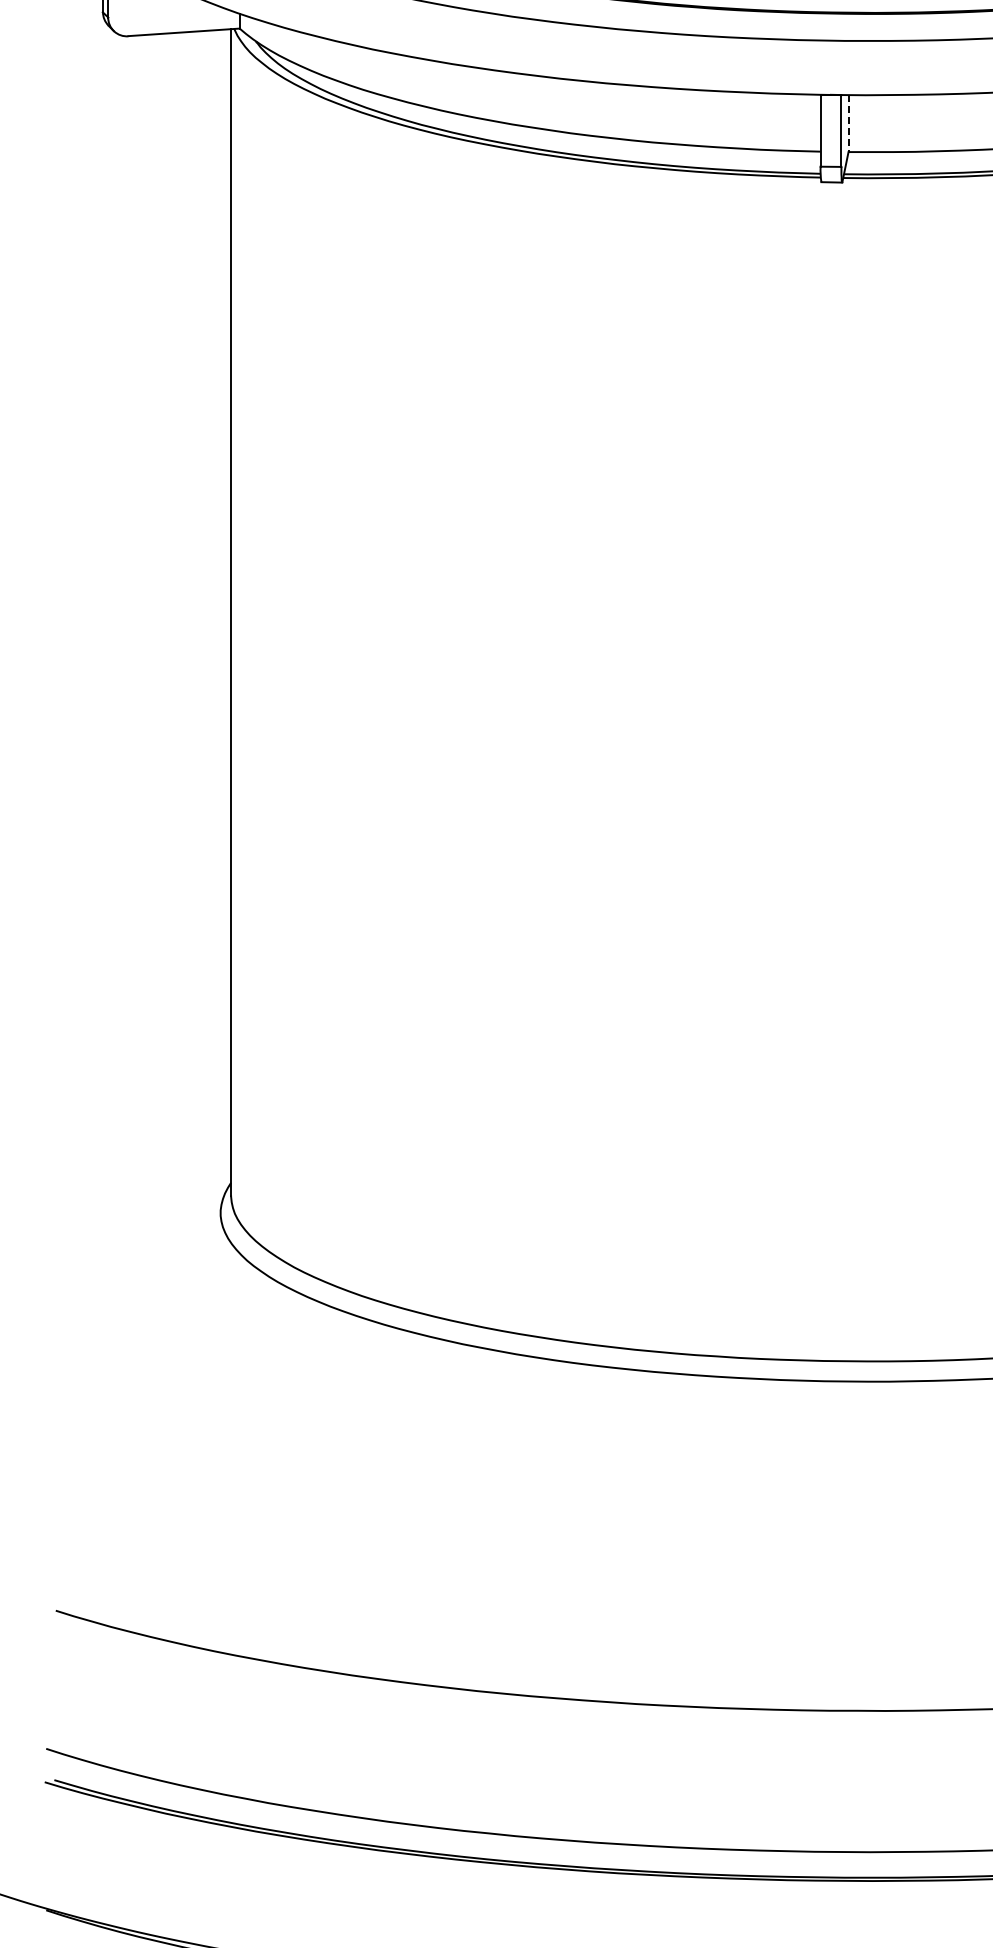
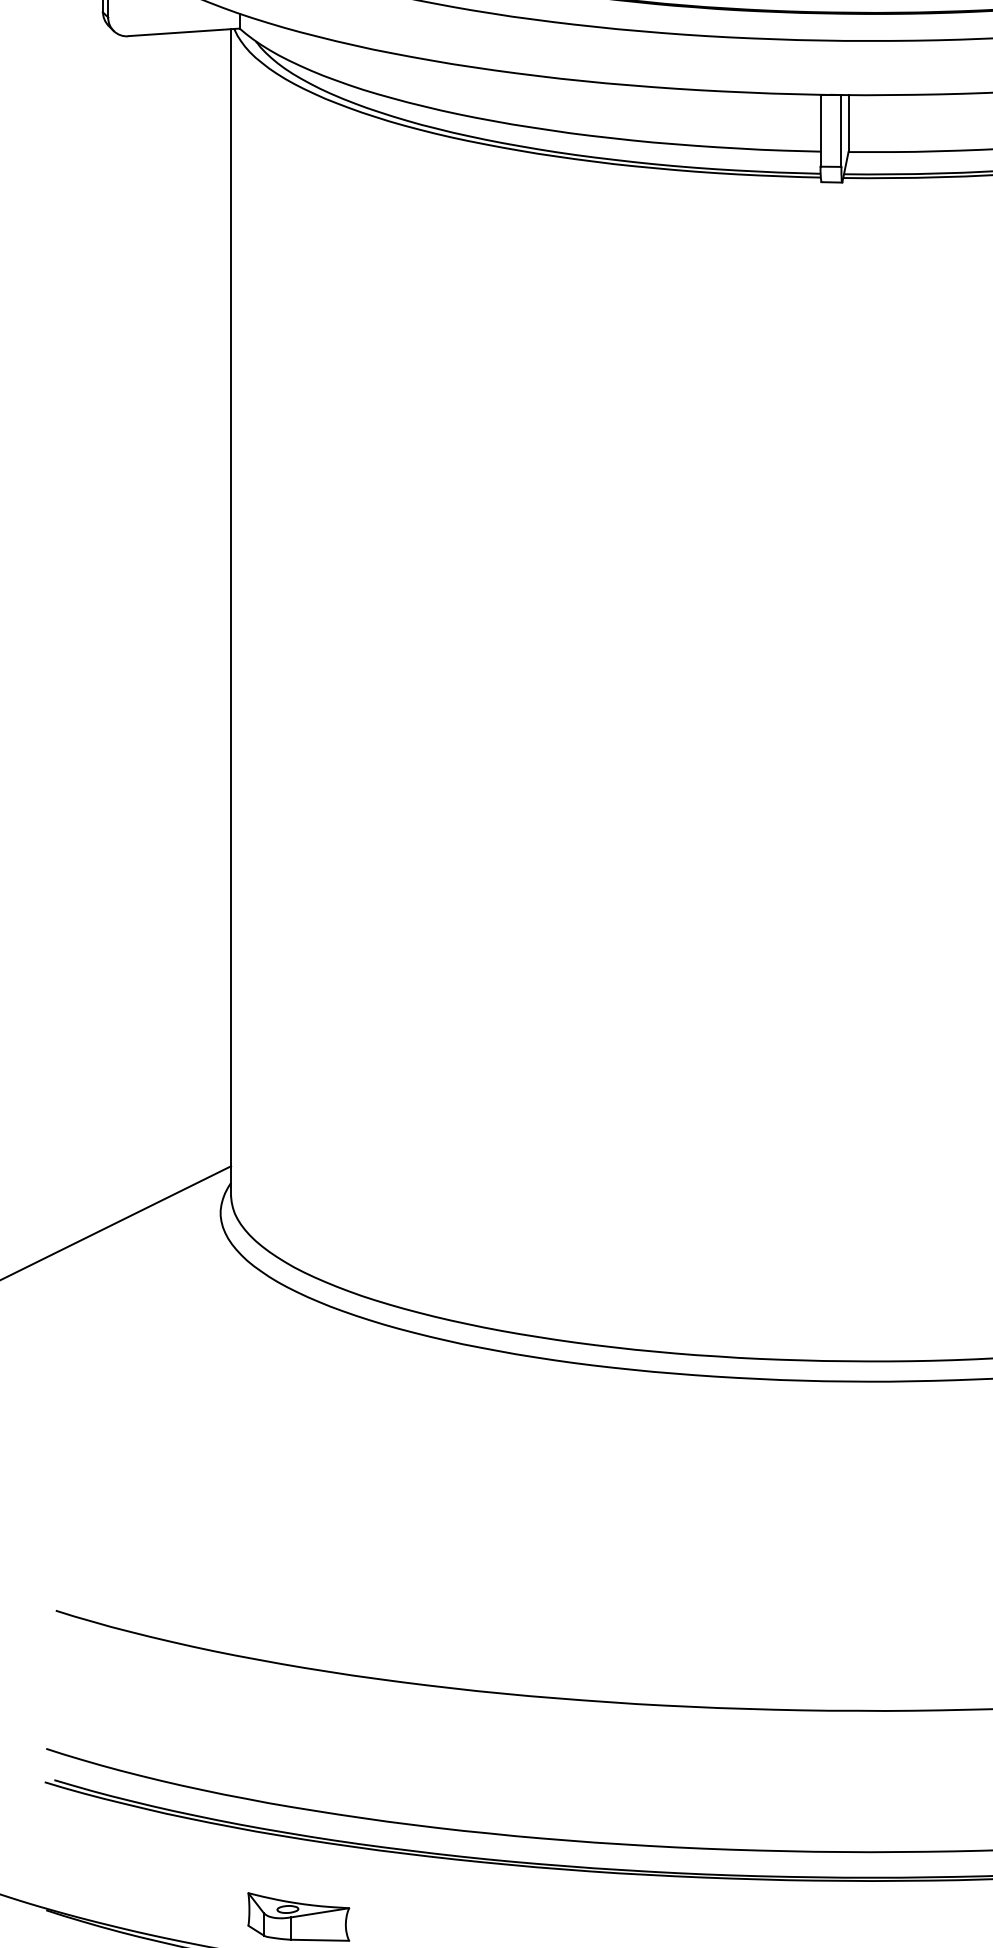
line at (848, 123): dashed -> solid
line at (116, 1222): none -> present
part at (298, 1916): none -> present
